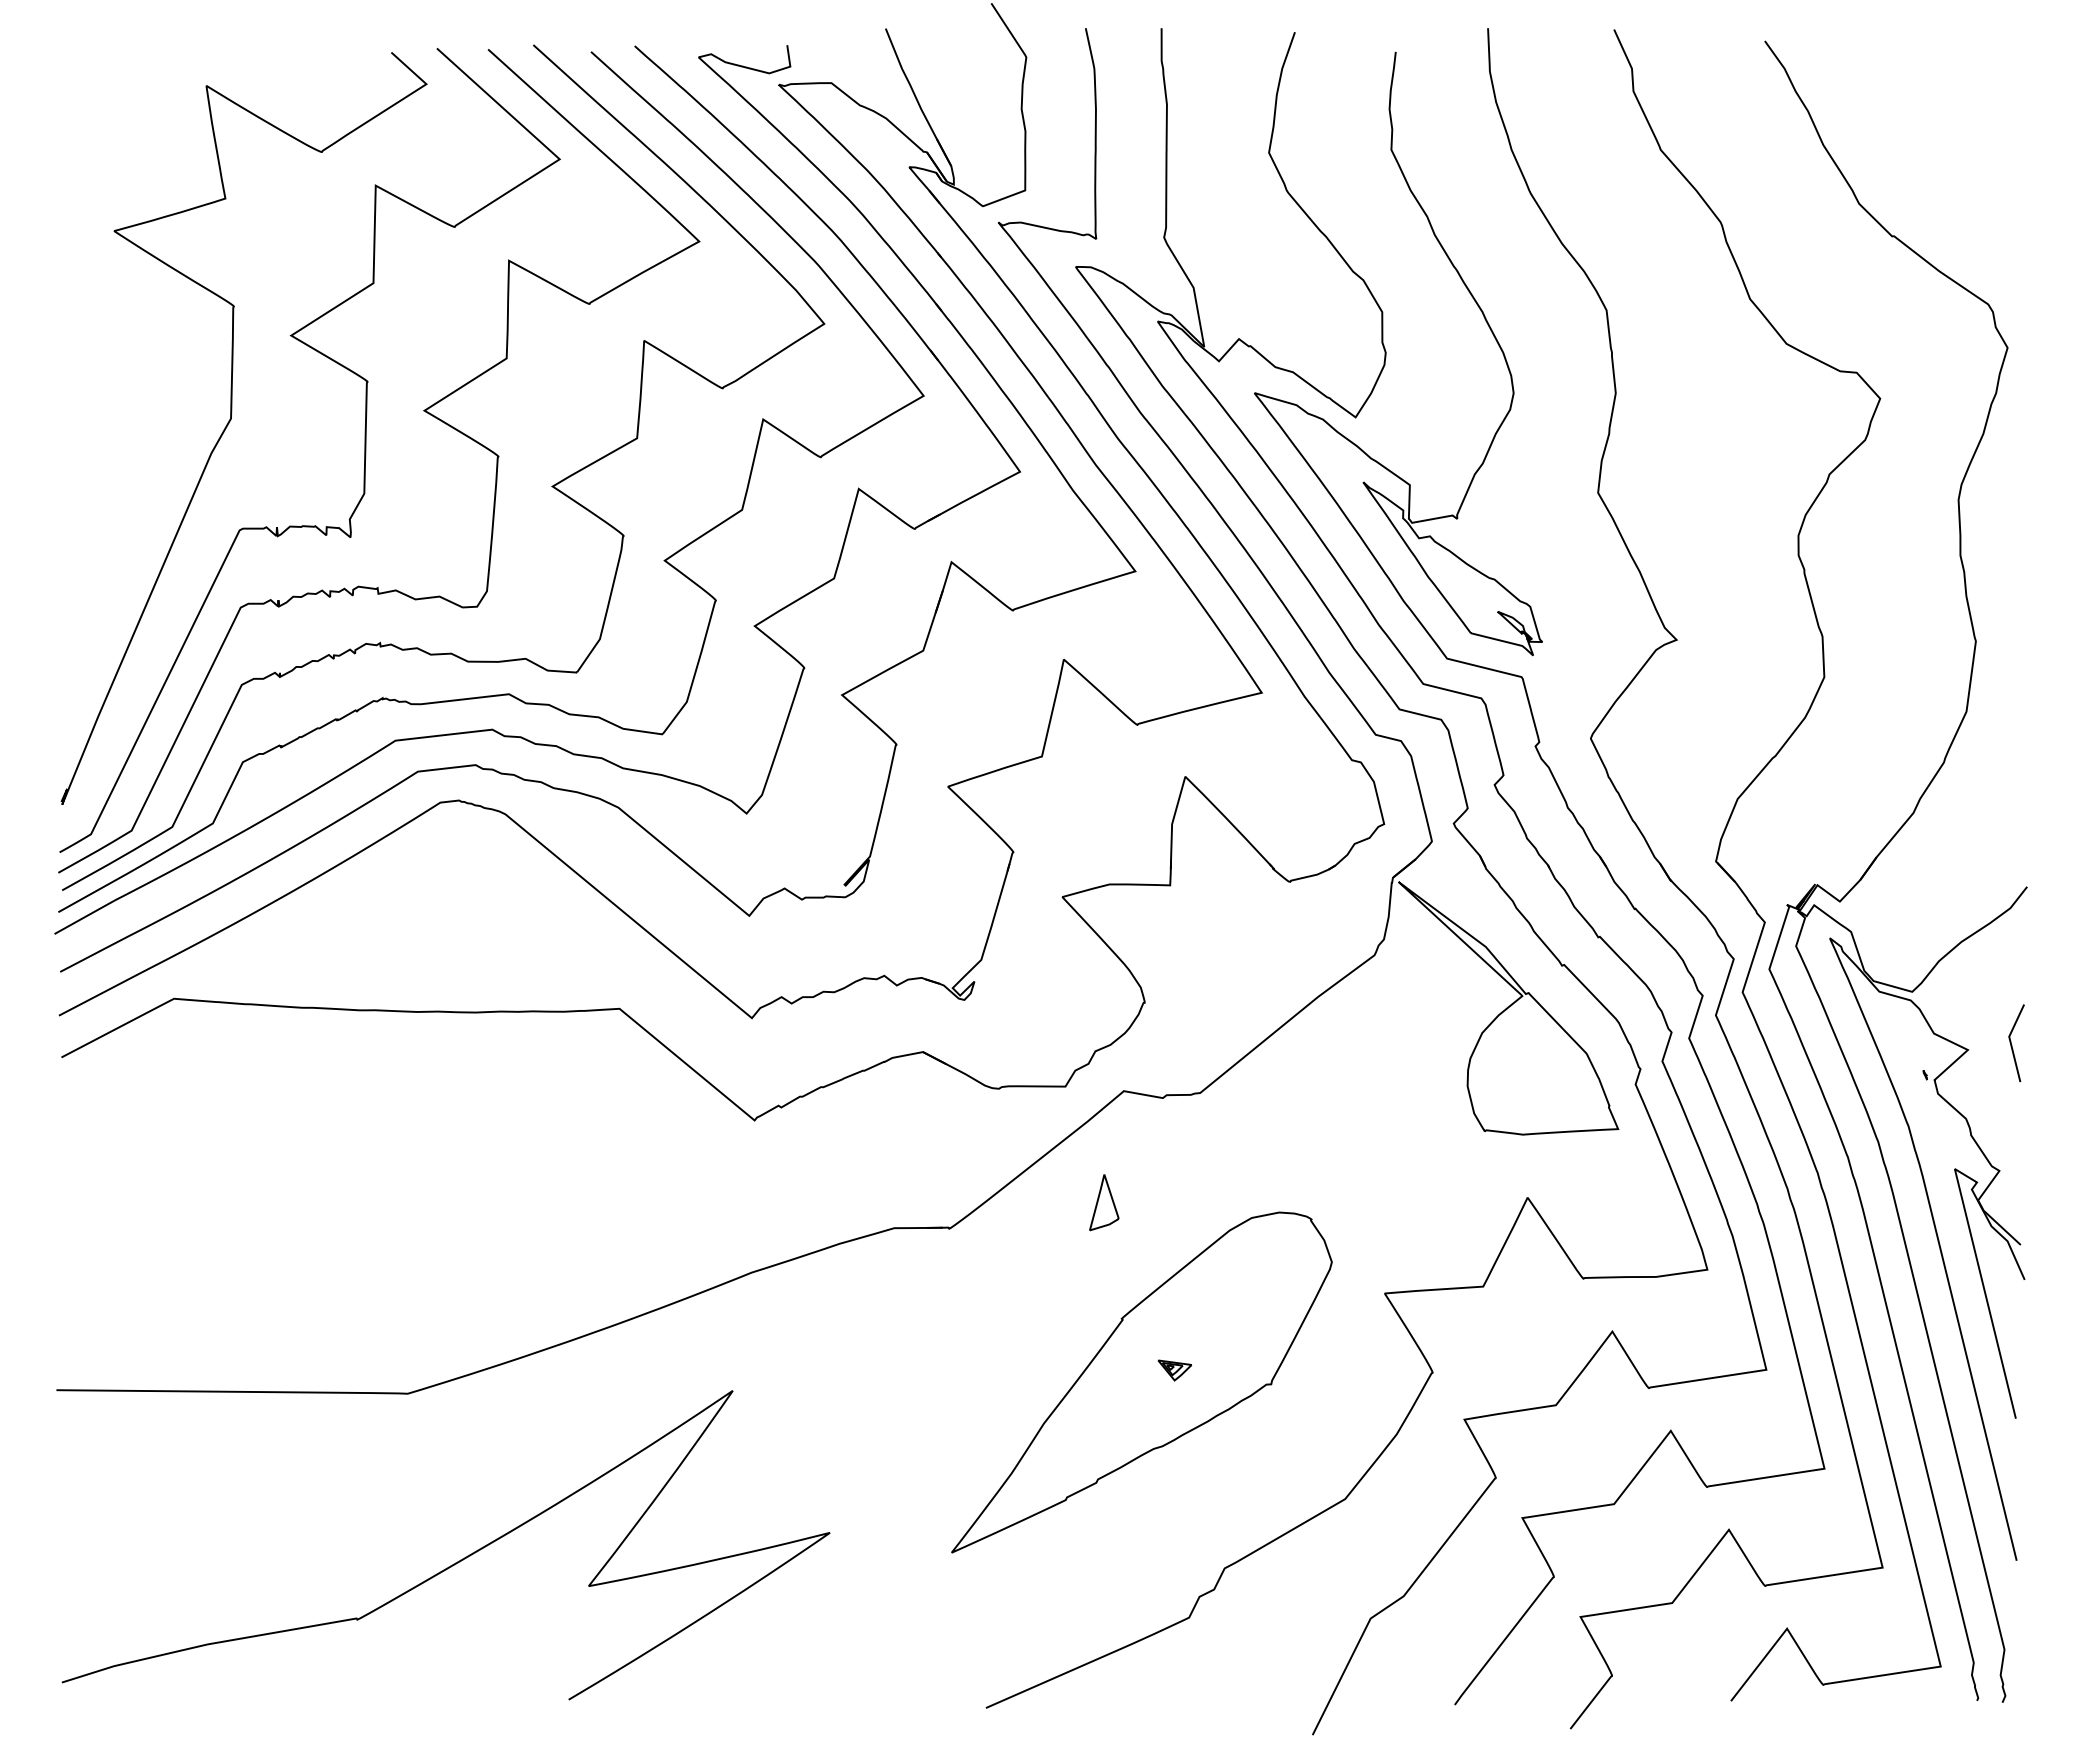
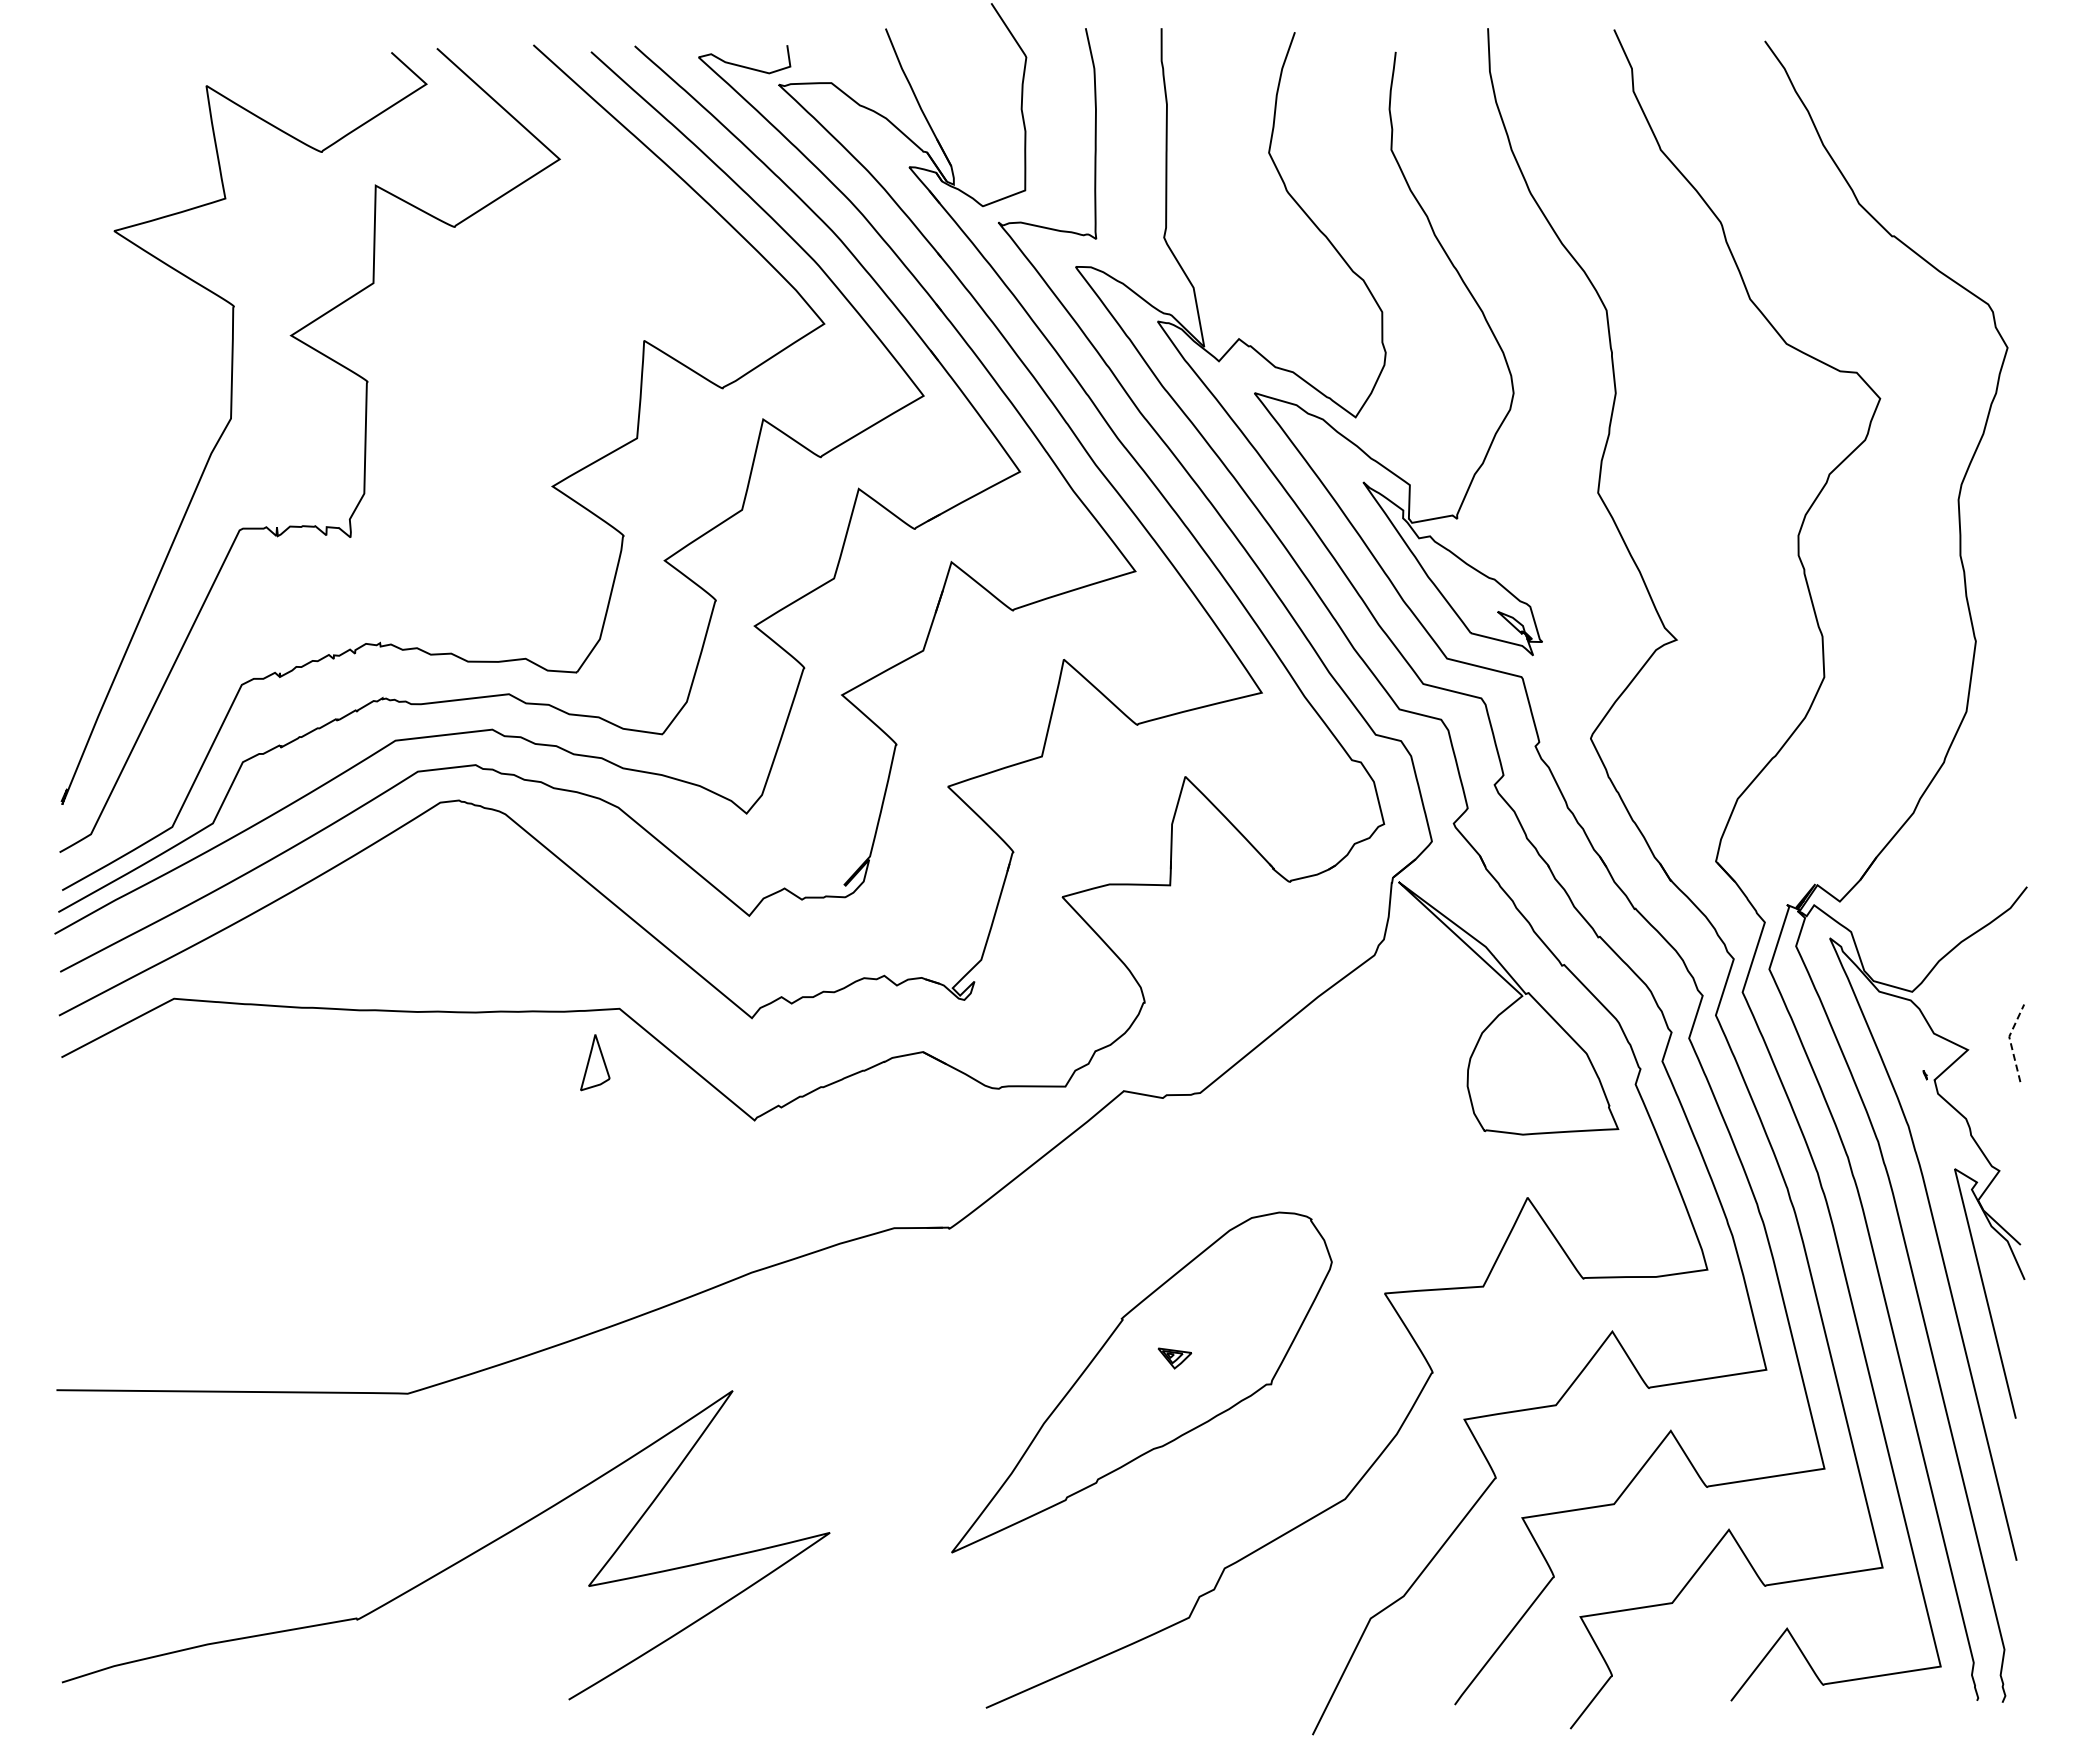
curve at (423, 411): present -> none
line at (2010, 1041): solid -> dashed
part at (1104, 1202) position: (1104, 1202) -> (595, 1062)
part at (1174, 1370) position: (1174, 1370) -> (1174, 1358)
